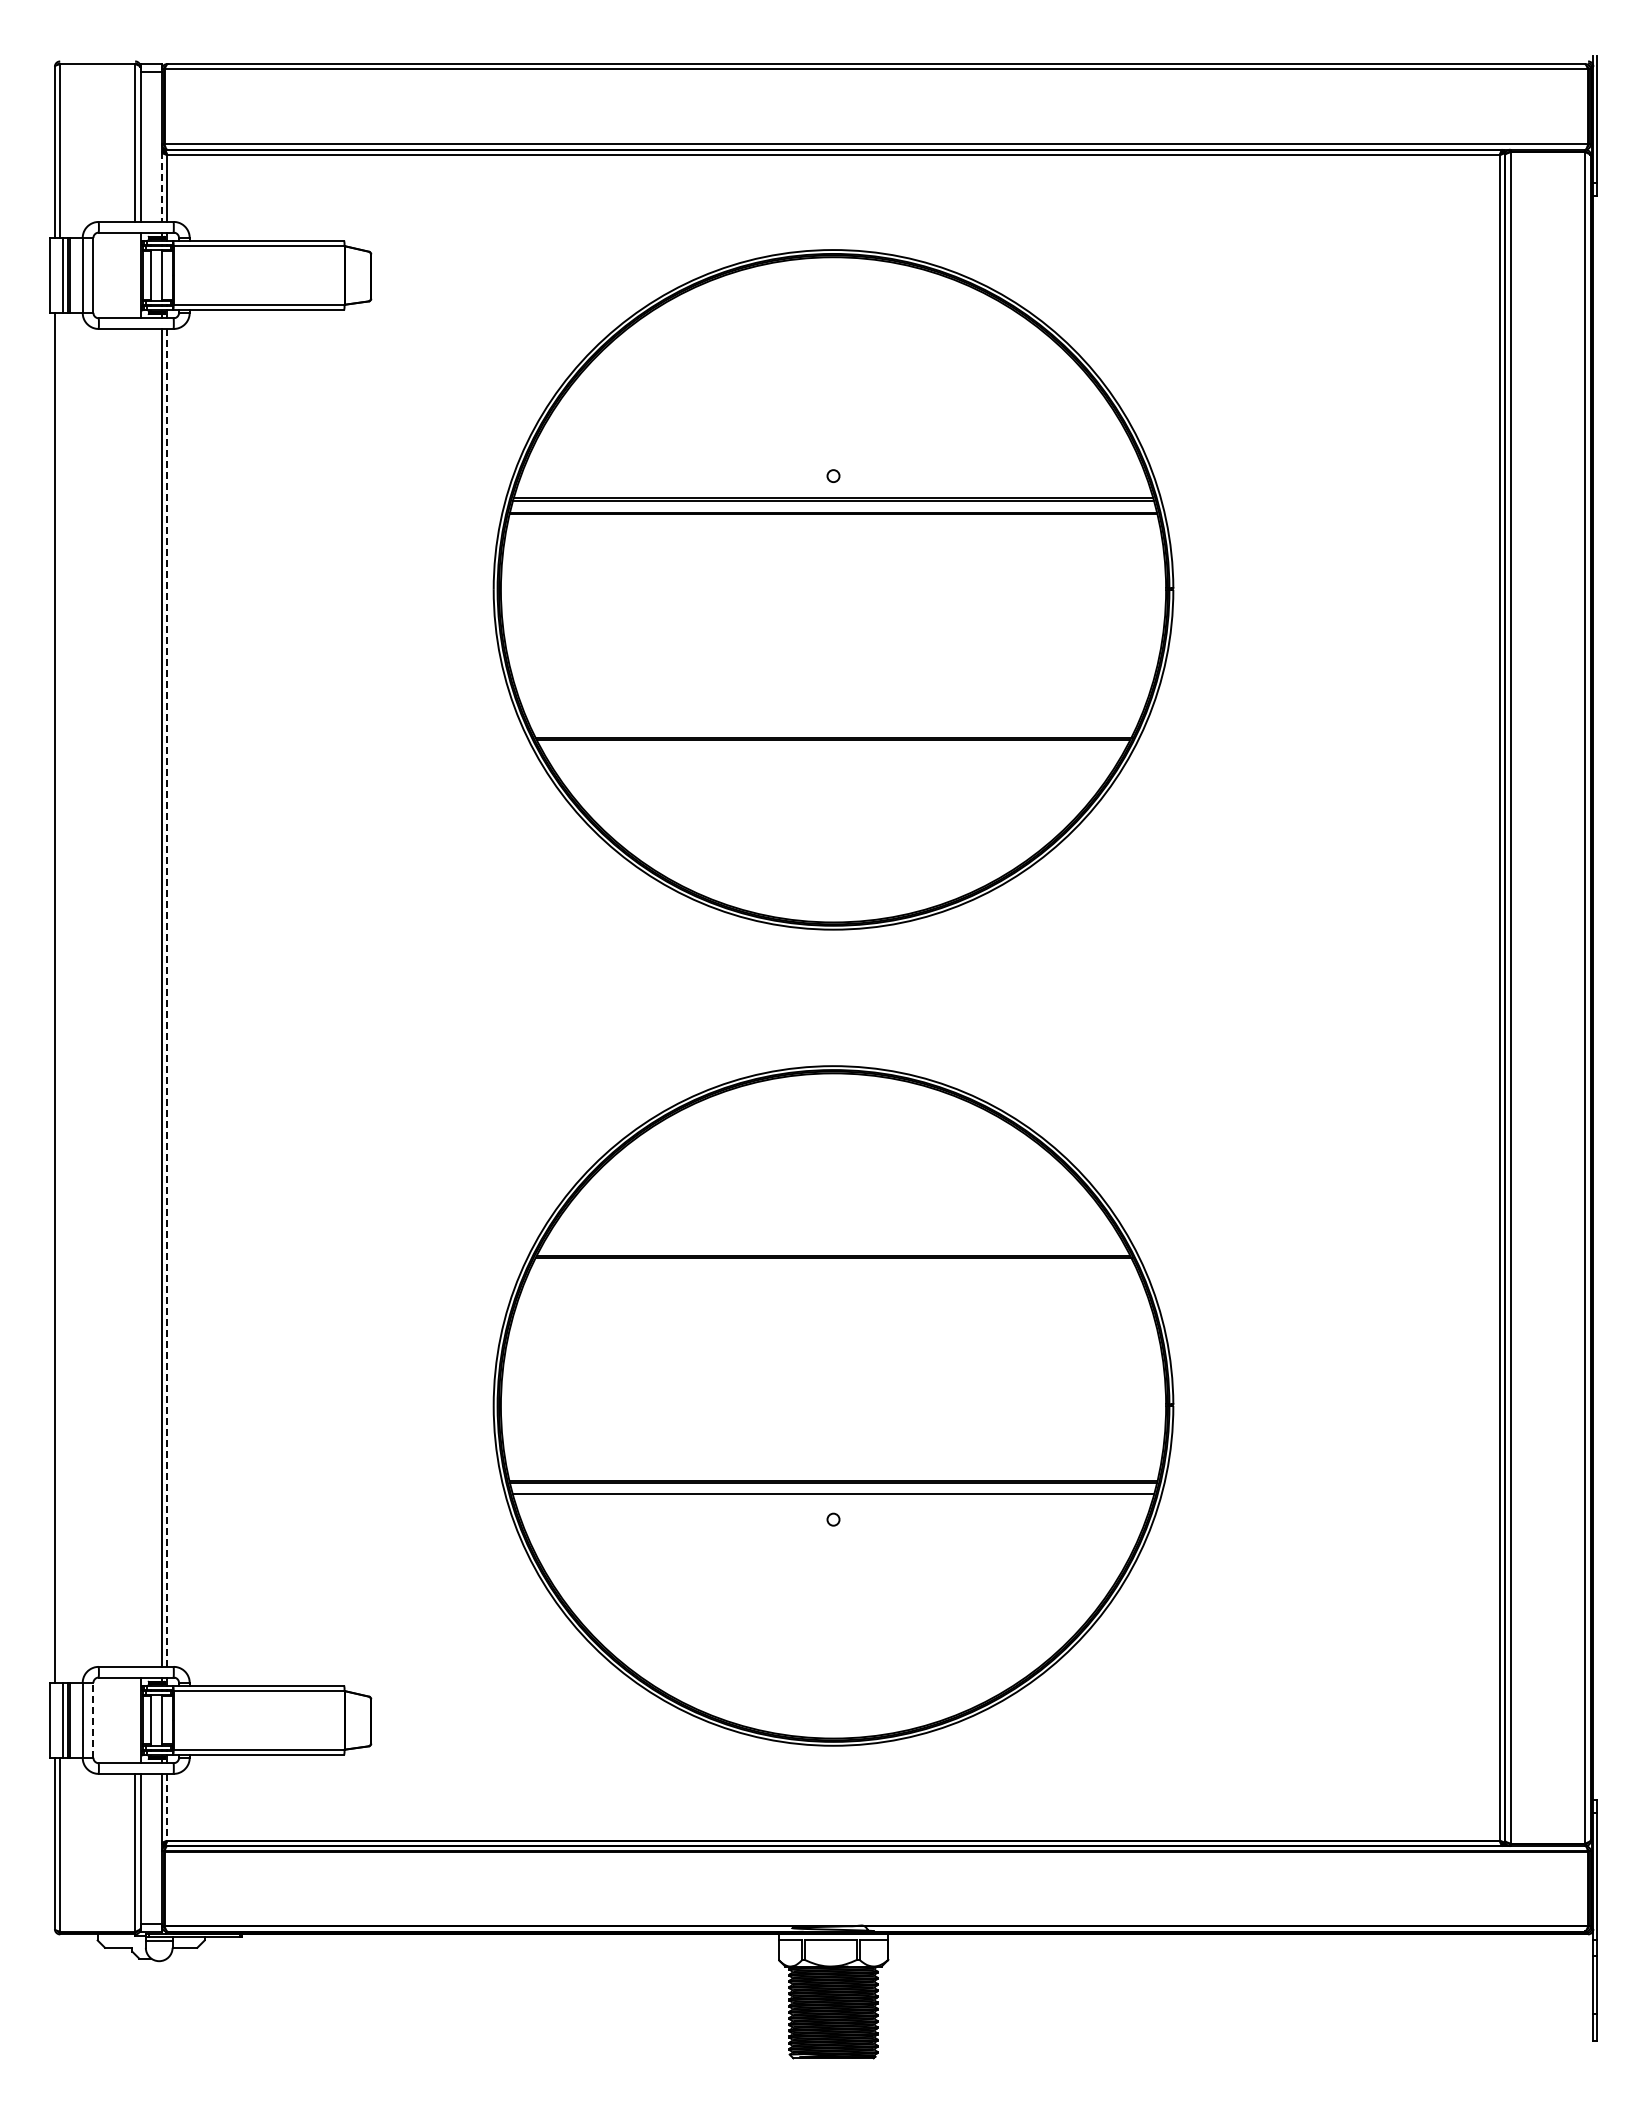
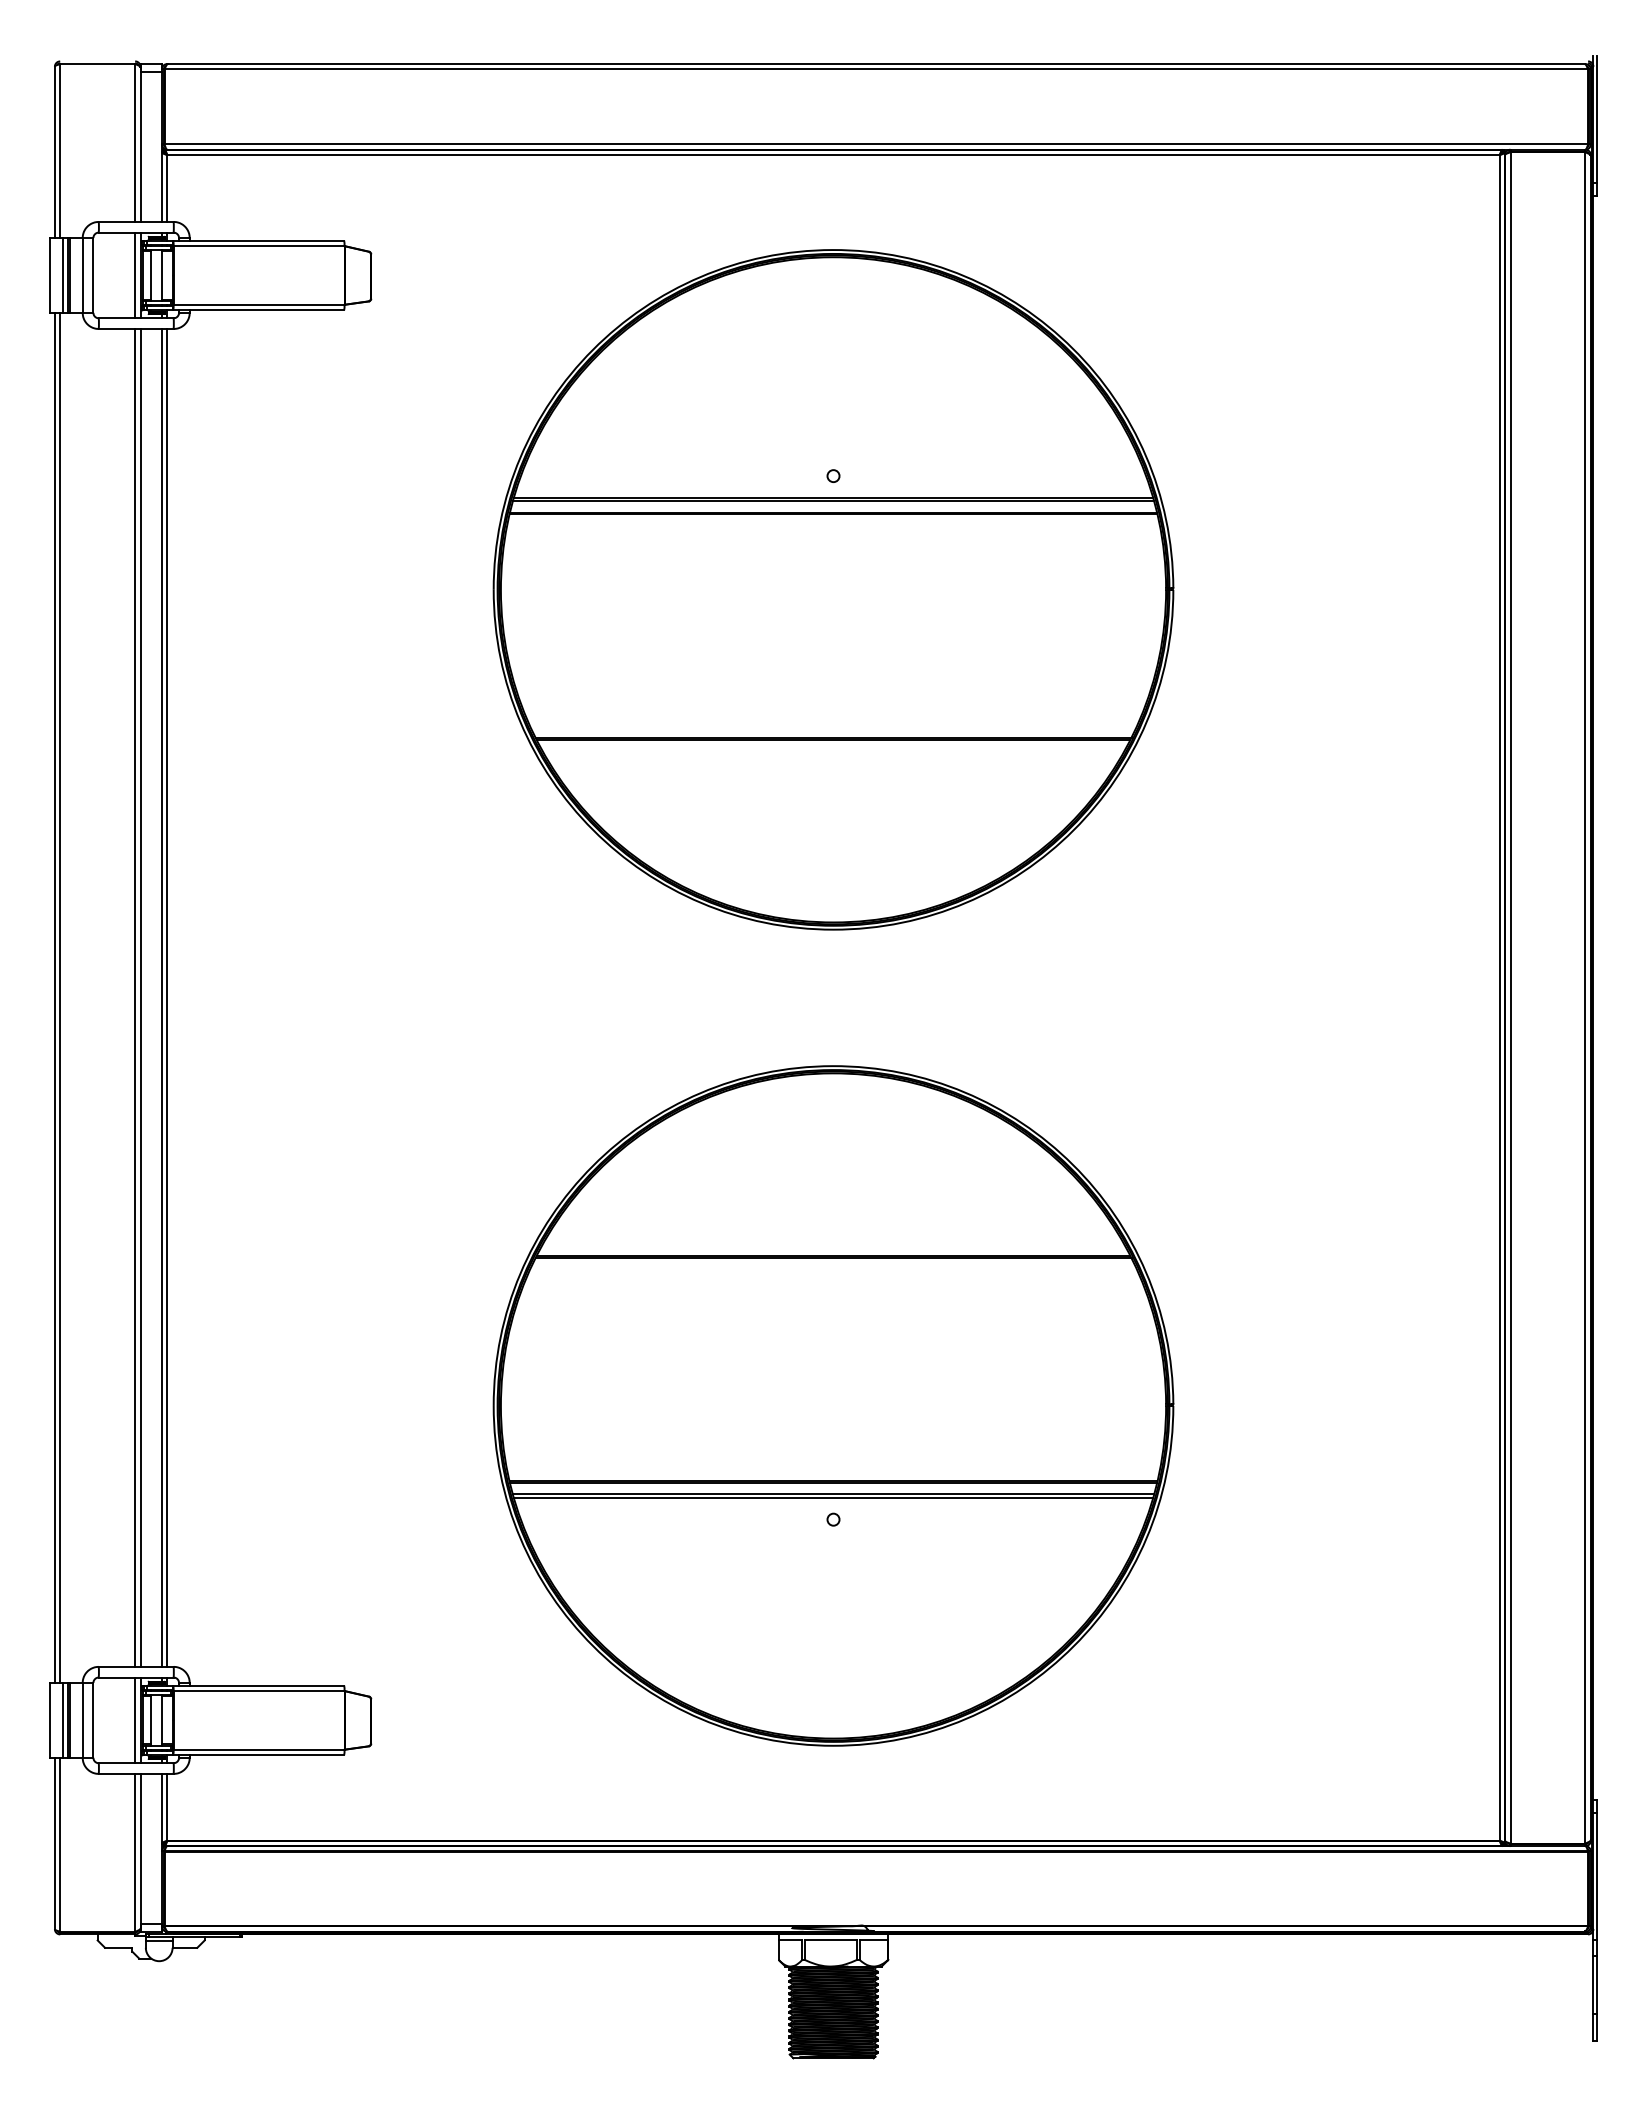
line at (161, 187): dashed -> solid
line at (135, 275): none -> present
line at (60, 997): none -> present
line at (135, 997): none -> present
line at (140, 997): none -> present
line at (167, 997): dashed -> solid
line at (833, 1497): none -> present
line at (93, 1719): dashed -> solid
line at (135, 1720): none -> present
line at (167, 1807): dashed -> solid
